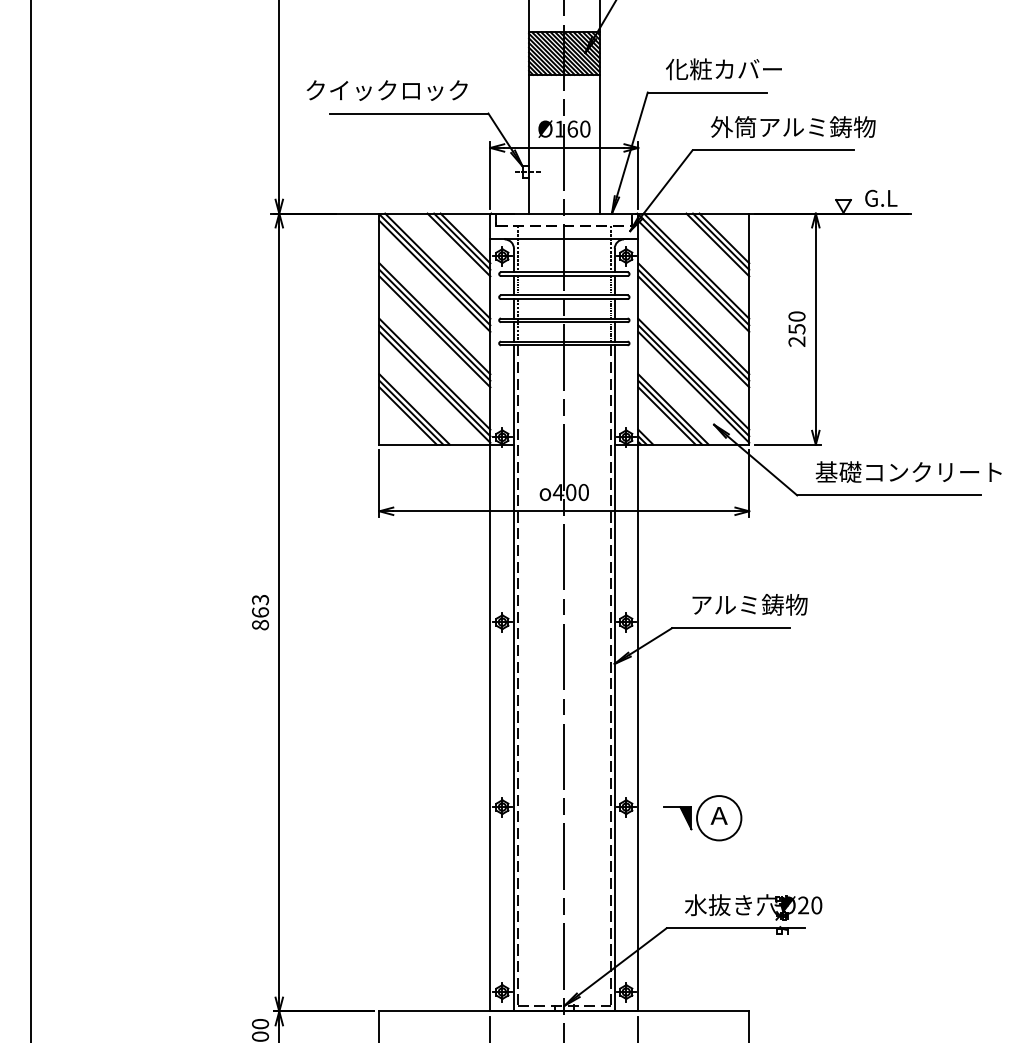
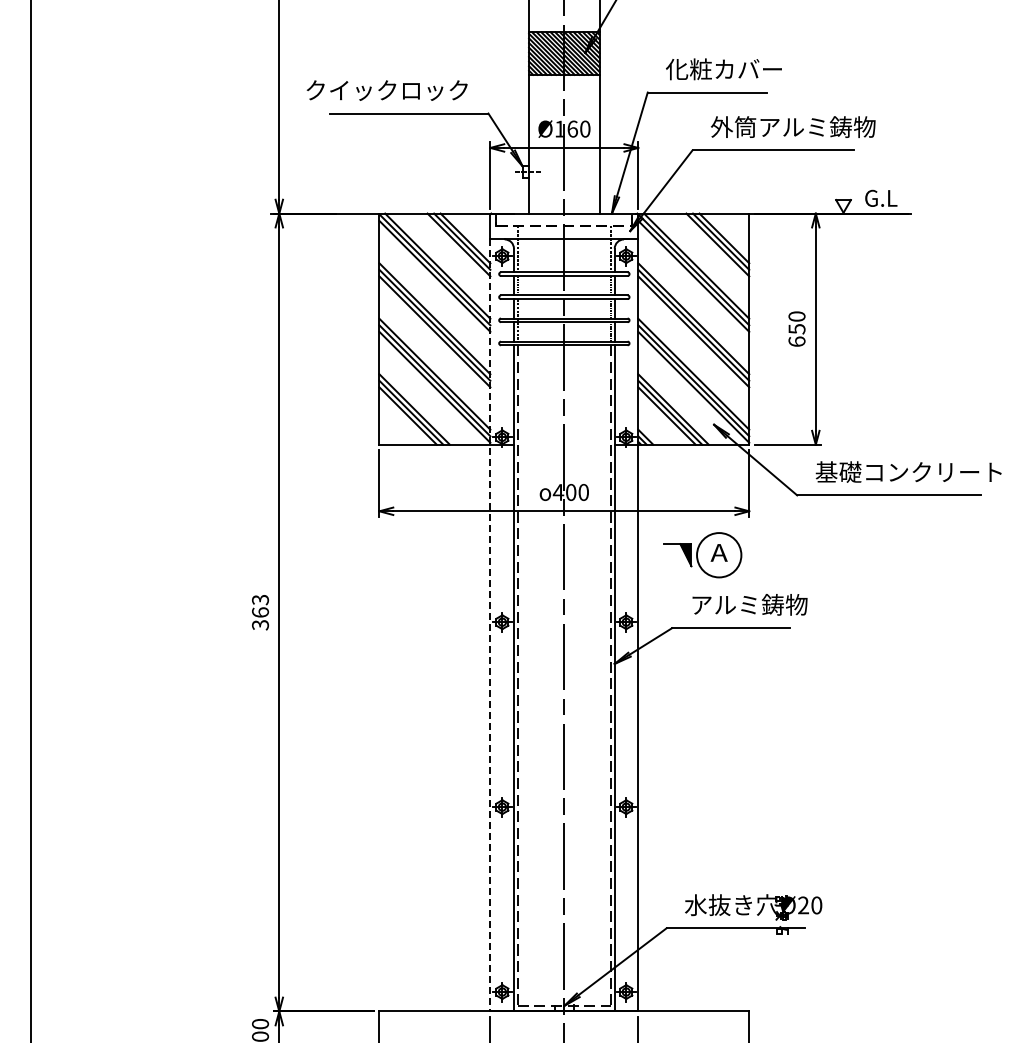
text at (796, 341): 250 -> 650
text at (260, 625): 863 -> 363
line at (490, 625): solid -> dashed
part at (702, 818) position: (702, 818) -> (702, 555)
